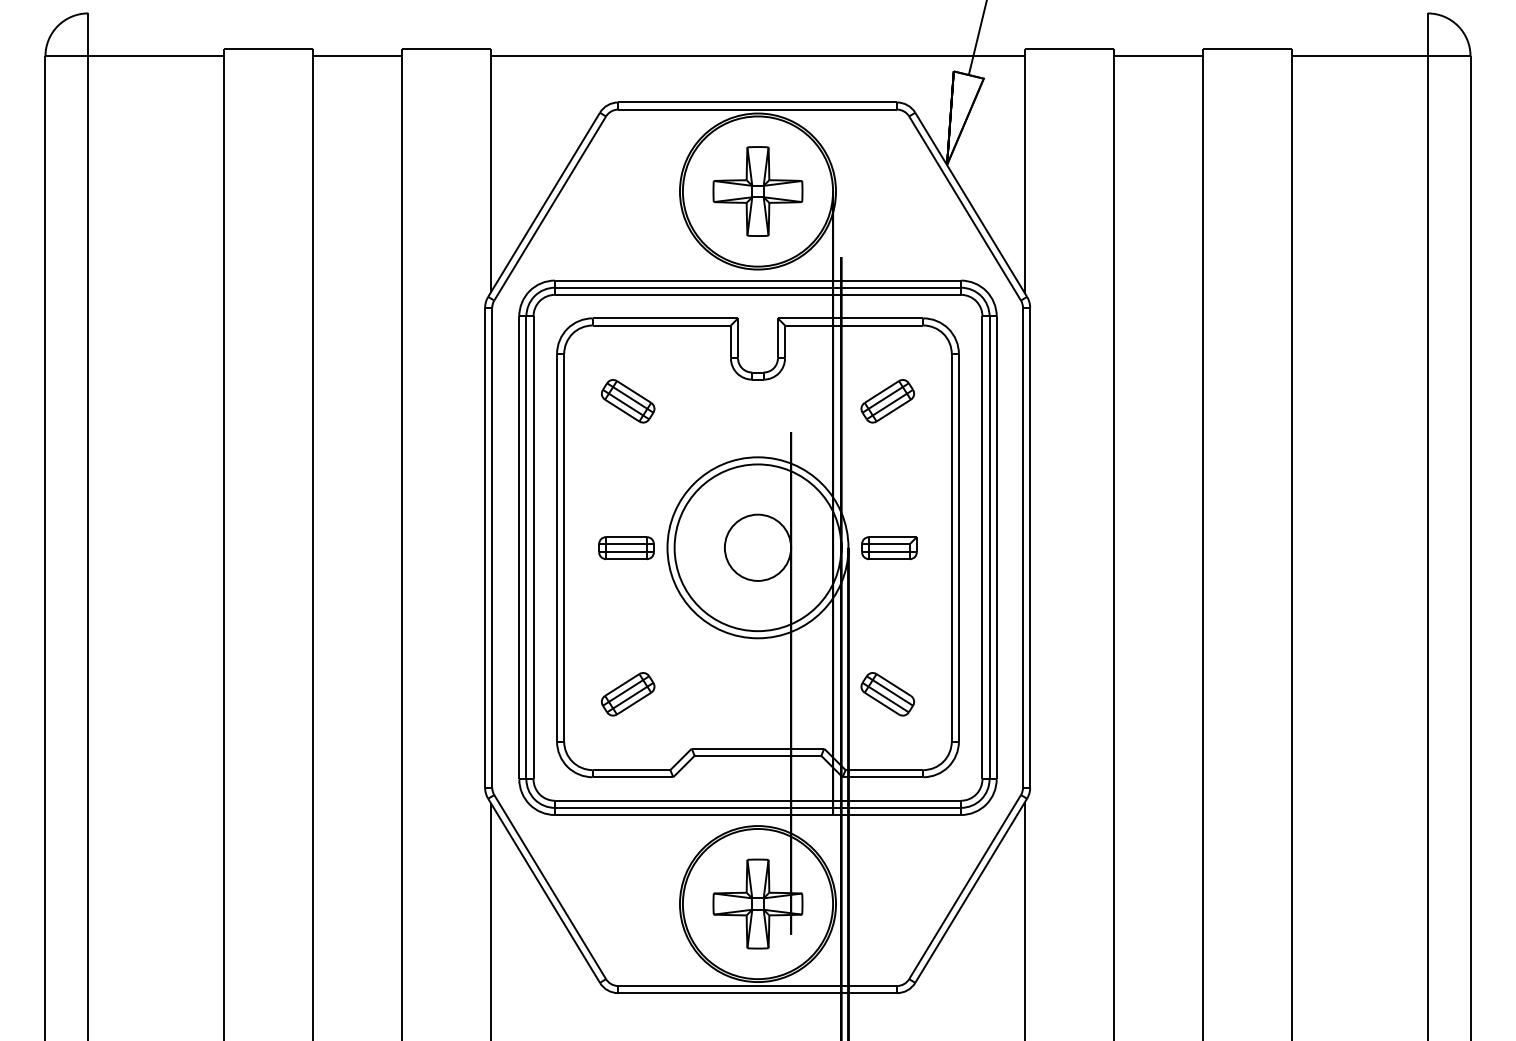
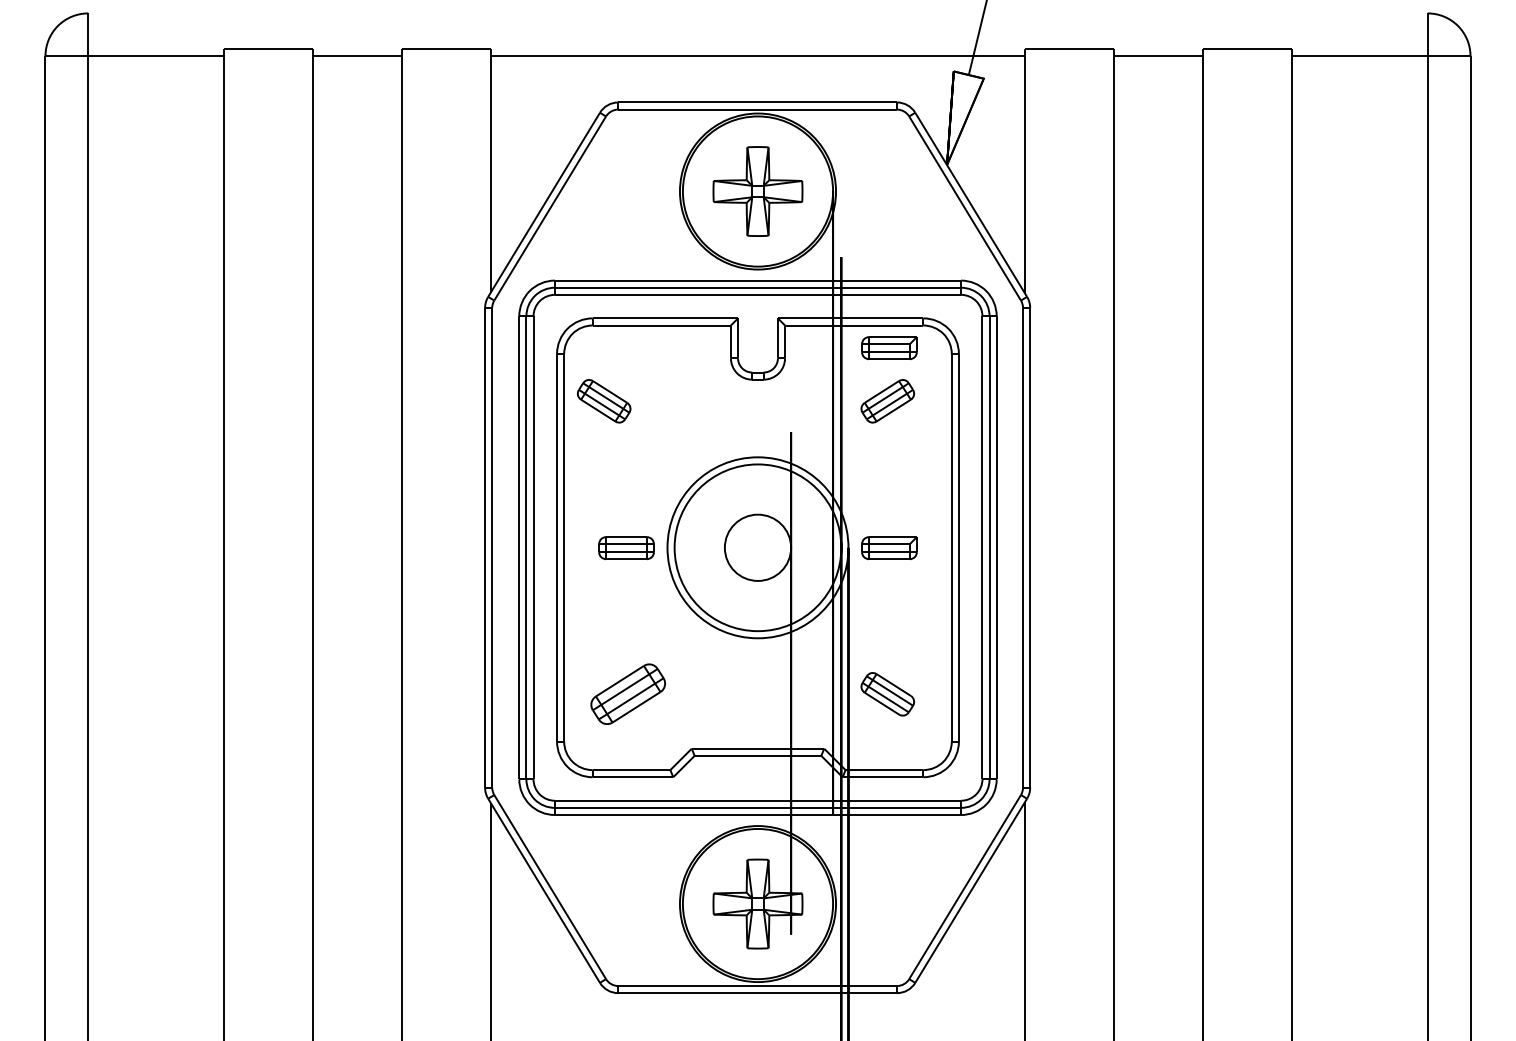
part at (889, 348): none -> present
part at (627, 401) position: (627, 401) -> (603, 401)
part at (627, 694) size: 56x45 px -> 77x62 px
